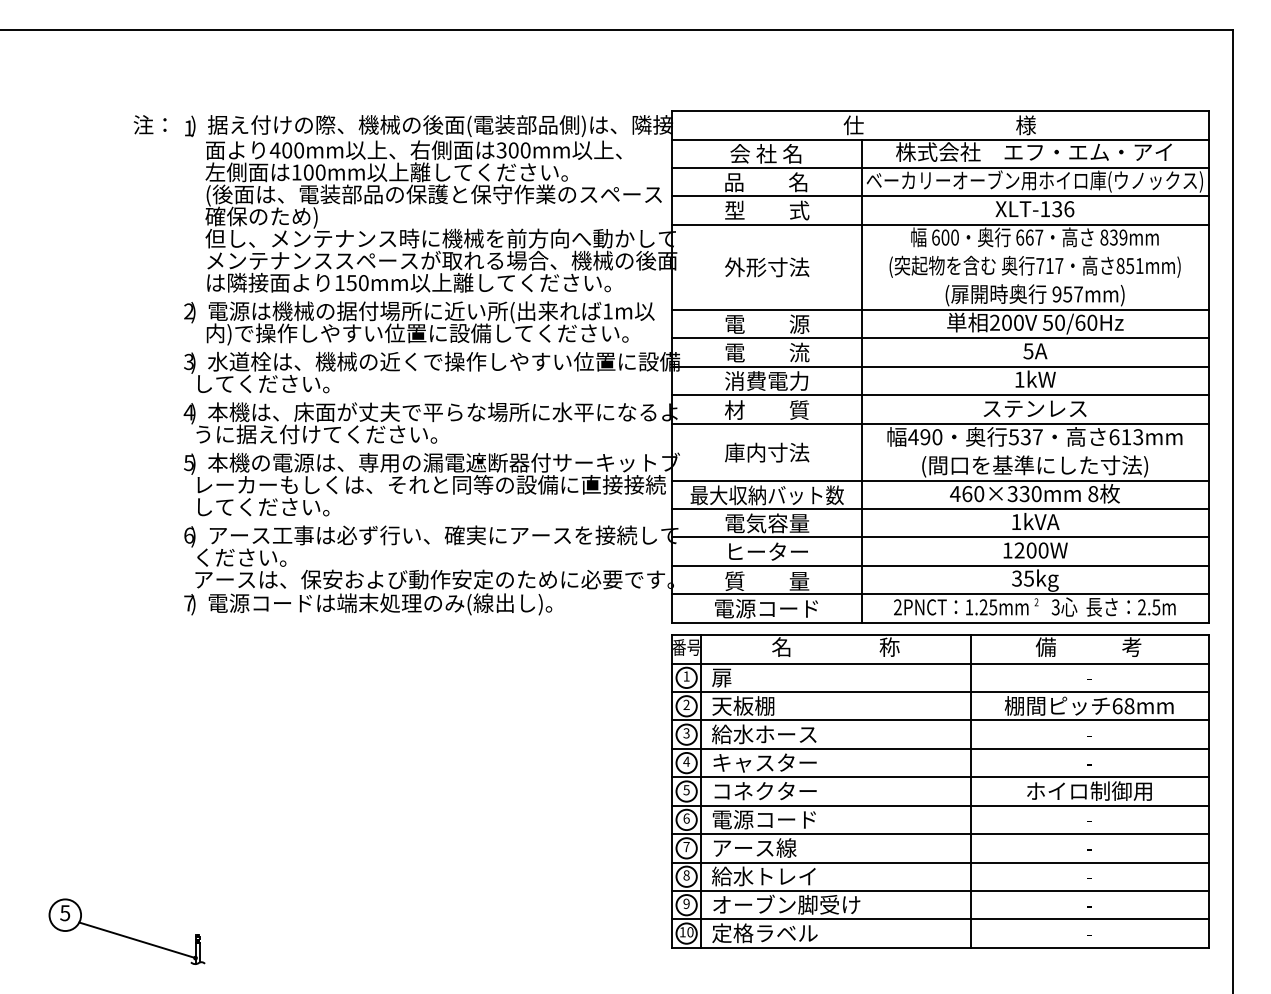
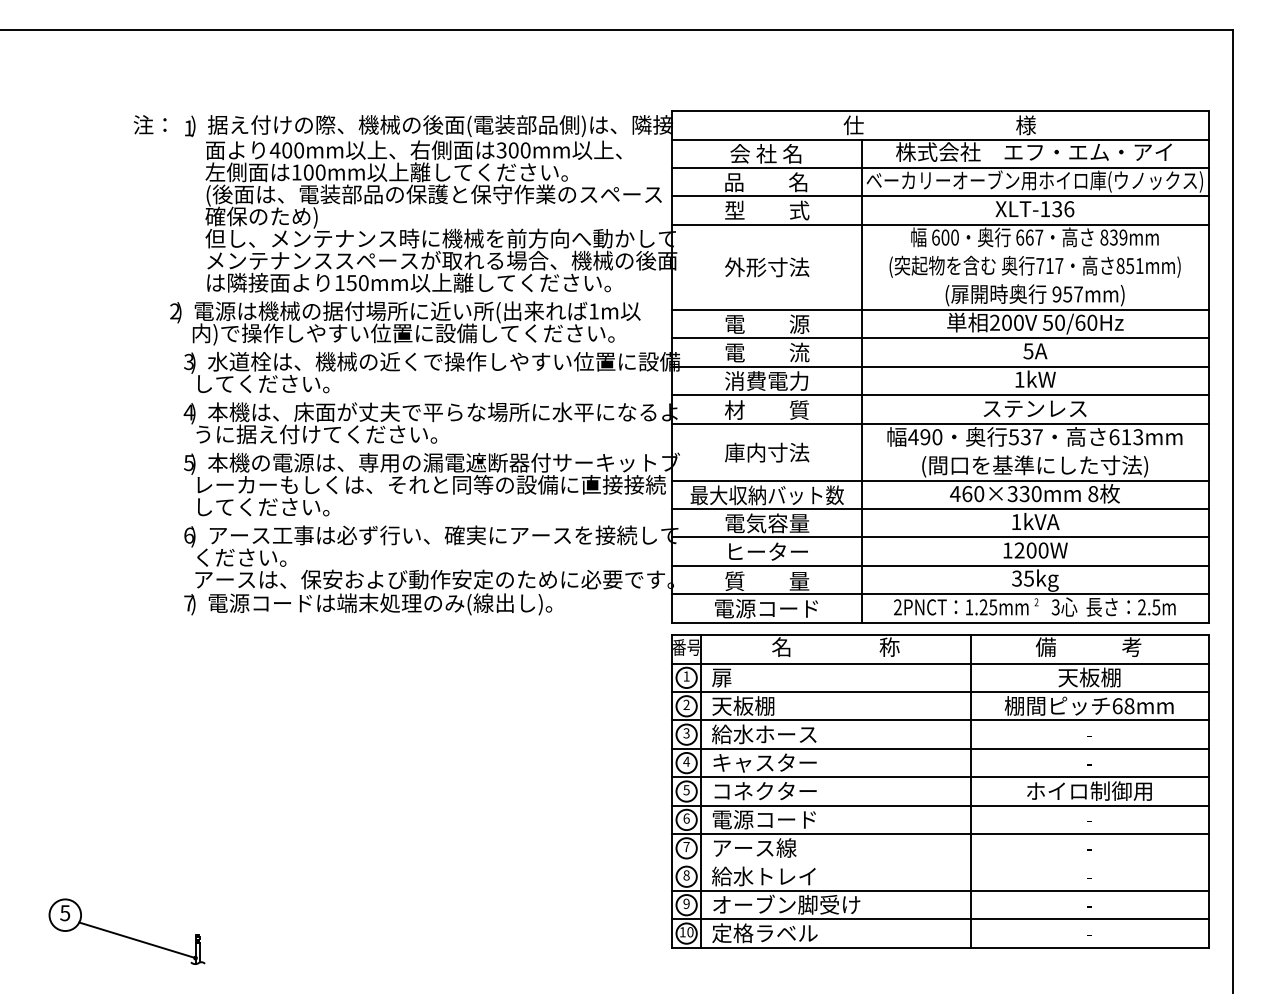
text at (419, 323) position: (419, 323) -> (405, 323)
text at (1089, 677): - -> 天板棚
line at (940, 862): present -> none
